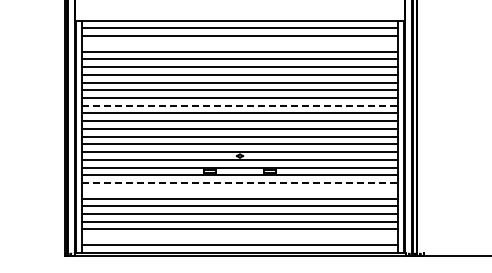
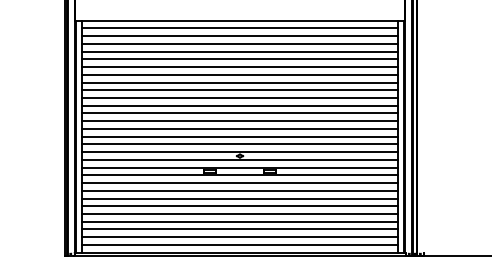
line at (239, 43): none -> present
line at (240, 105): dashed -> solid
line at (240, 183): dashed -> solid
line at (239, 190): none -> present
line at (239, 237): none -> present
